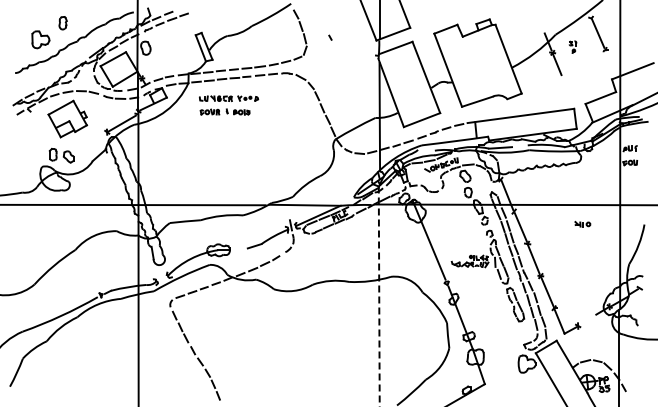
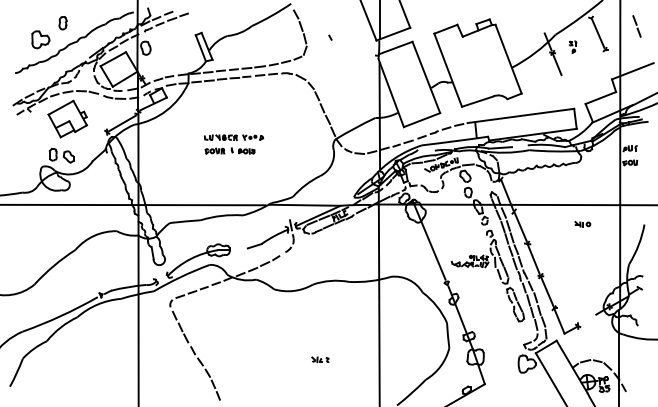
line at (636, 25): none -> present
part at (229, 105) position: (229, 105) -> (234, 144)
line at (379, 296): dashed -> solid
part at (320, 359): none -> present
